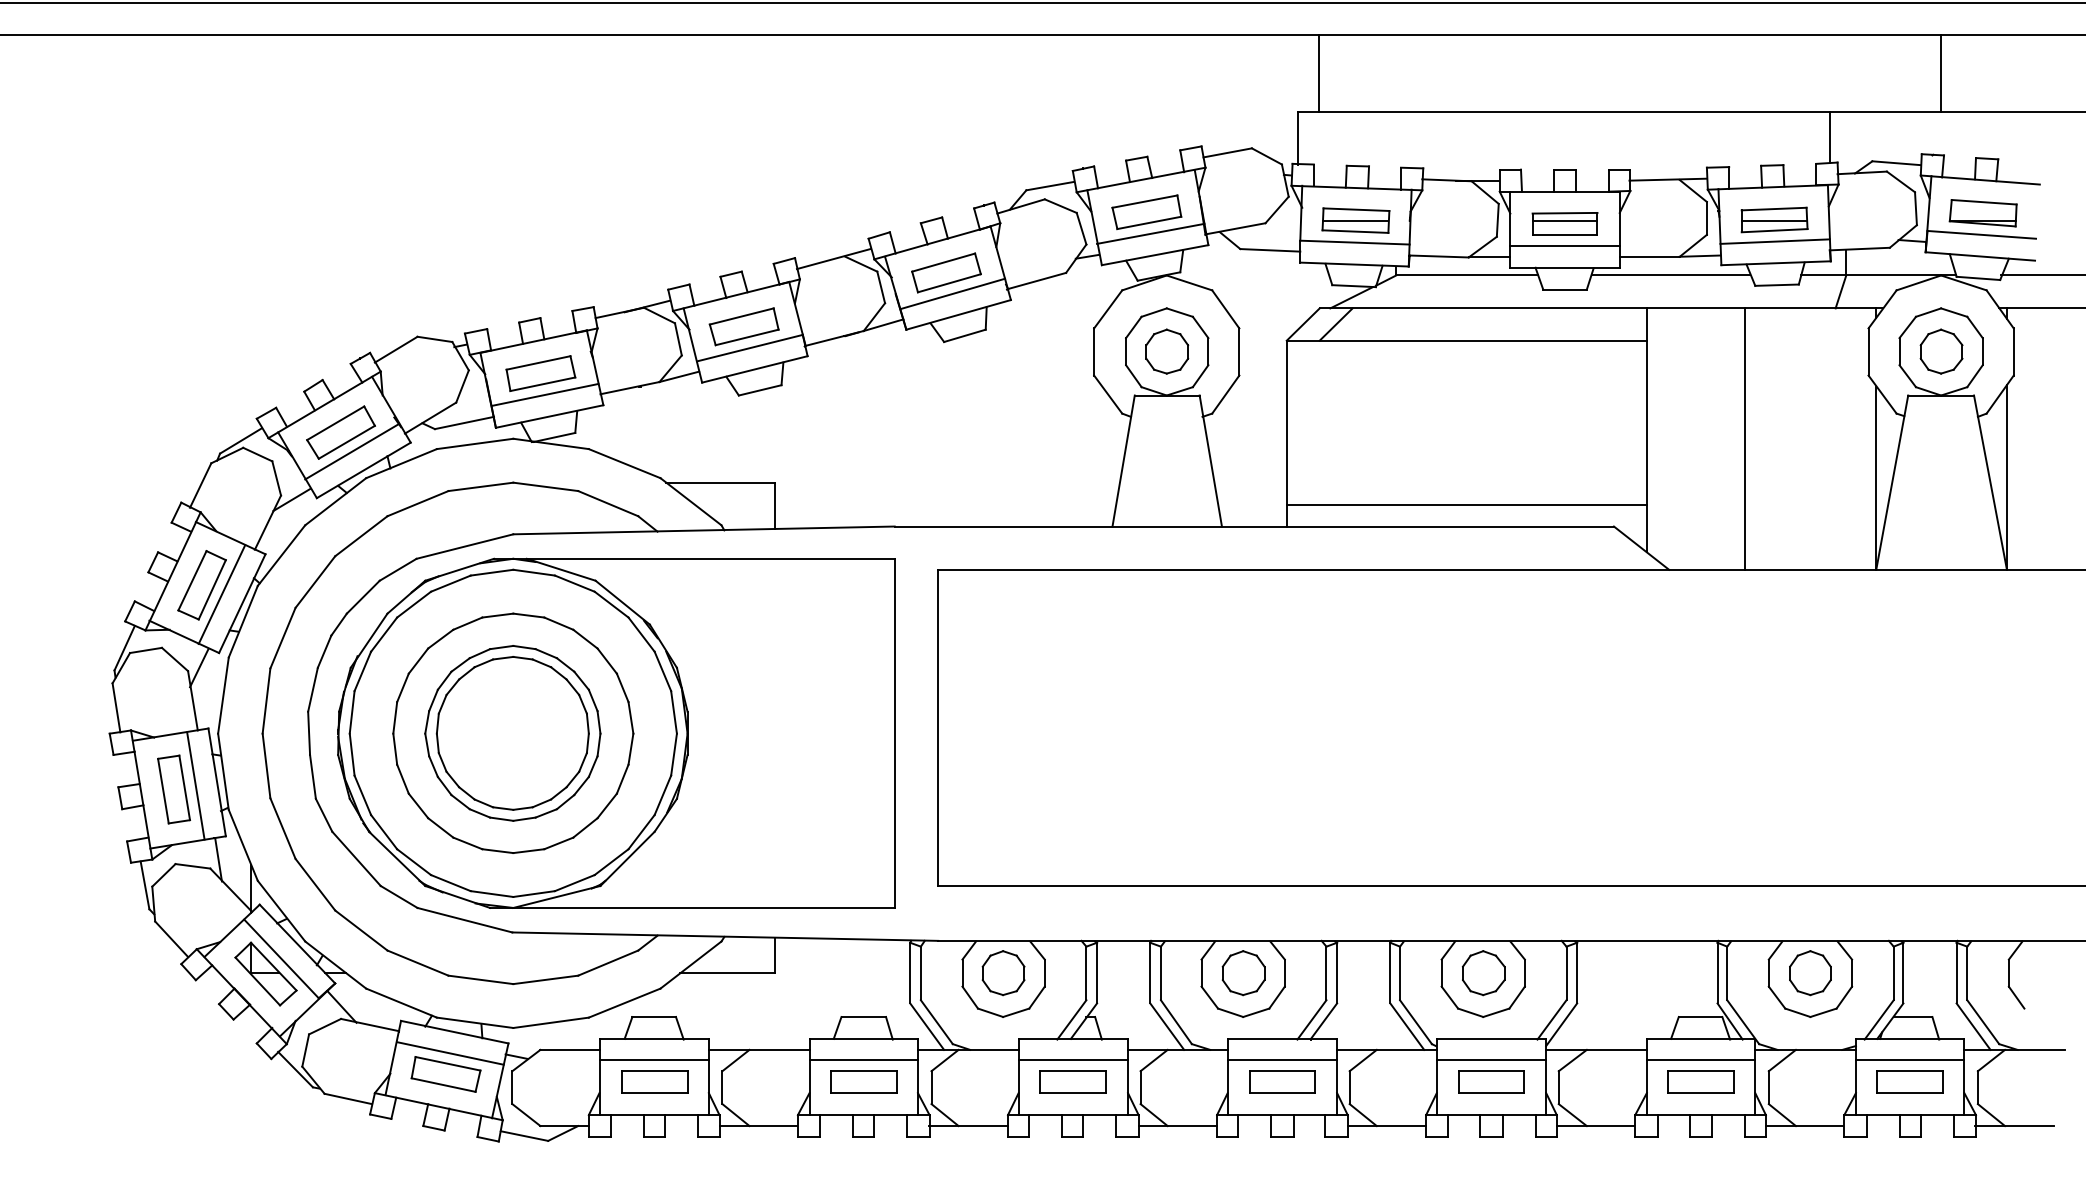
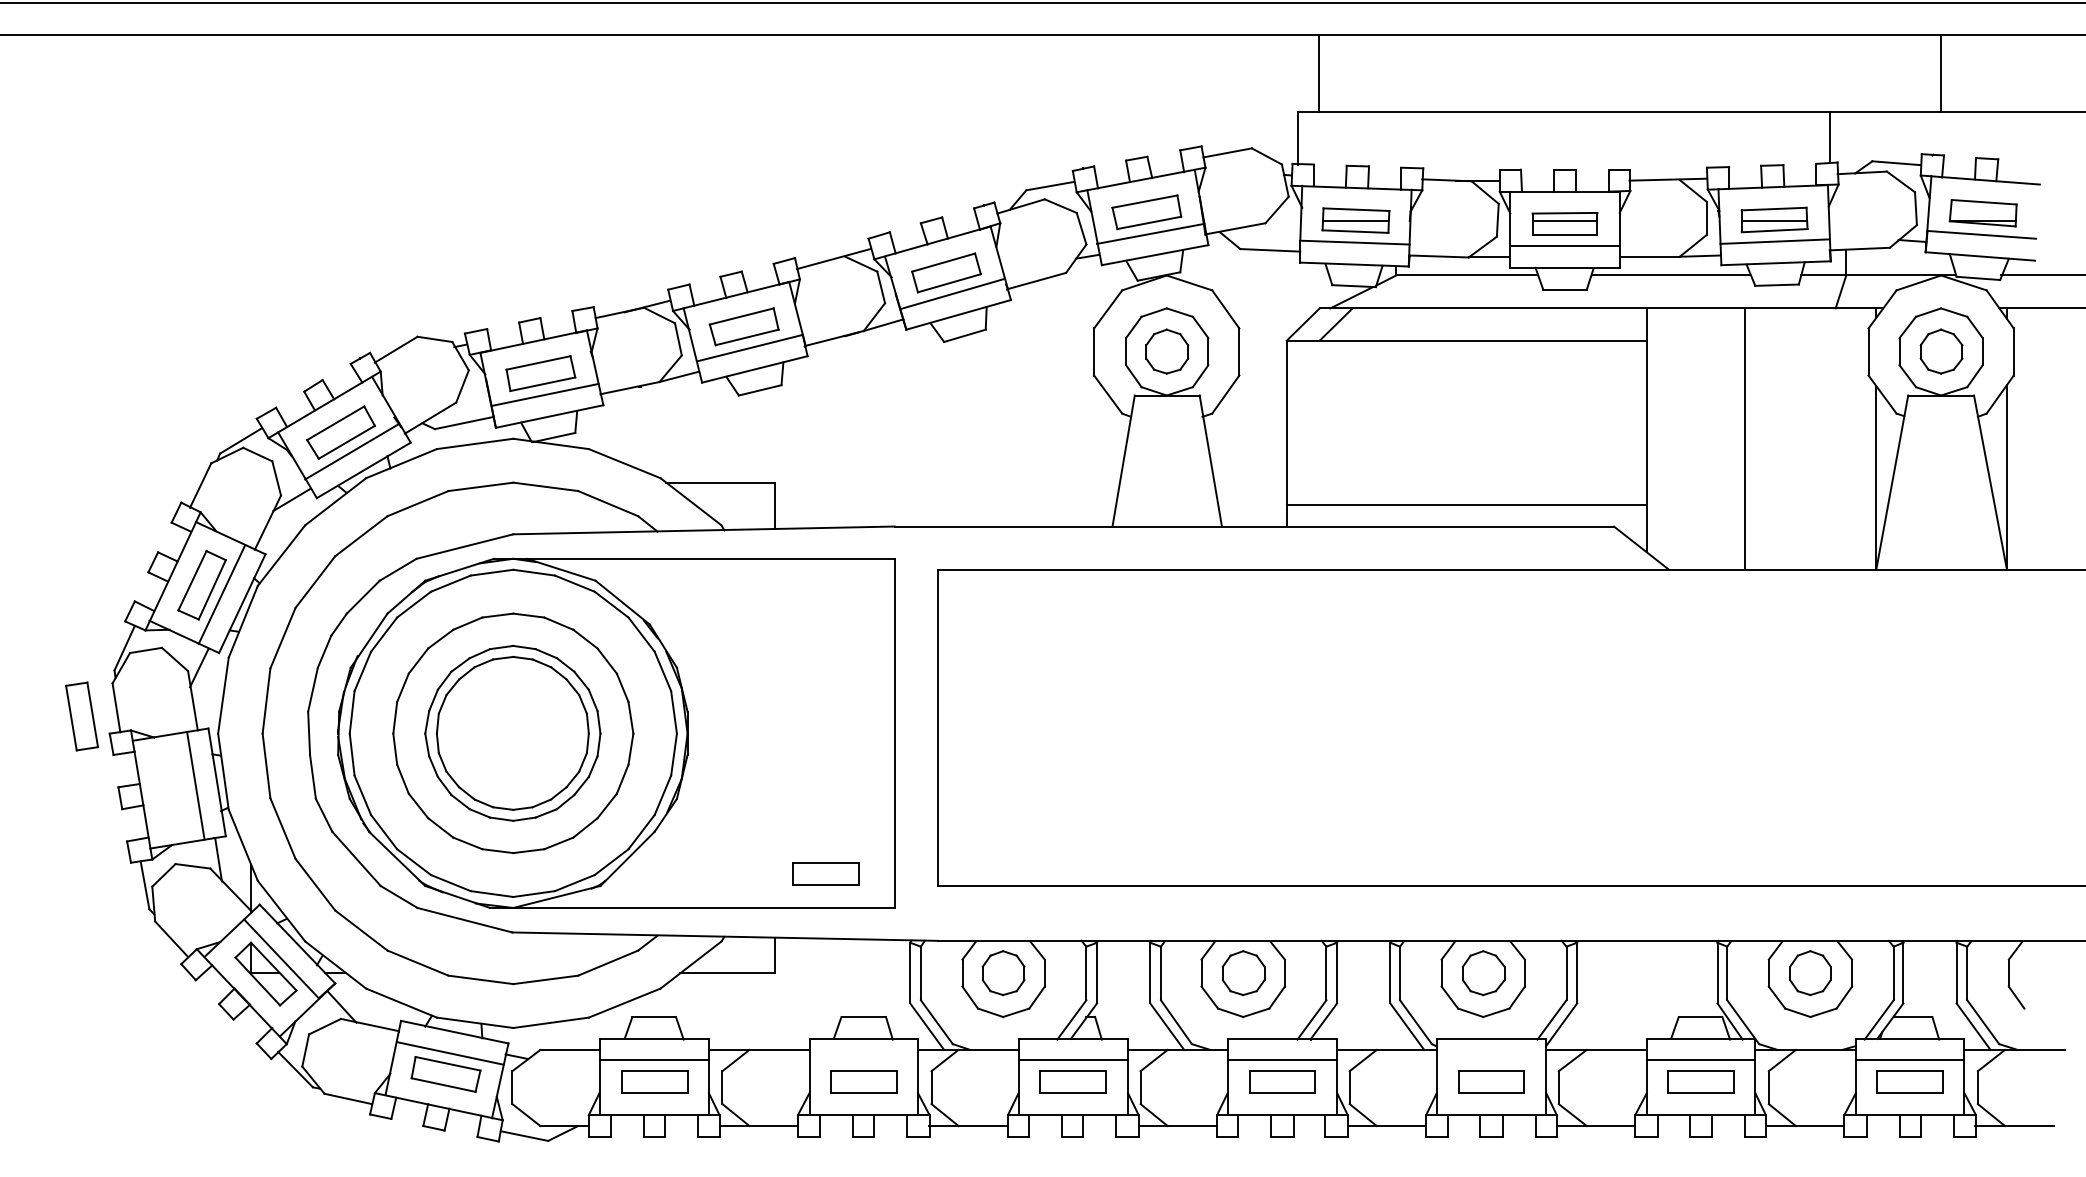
part at (173, 789) position: (173, 789) -> (81, 716)
part at (825, 873): none -> present
line at (863, 1060): present -> none
line at (1491, 1060): present -> none
